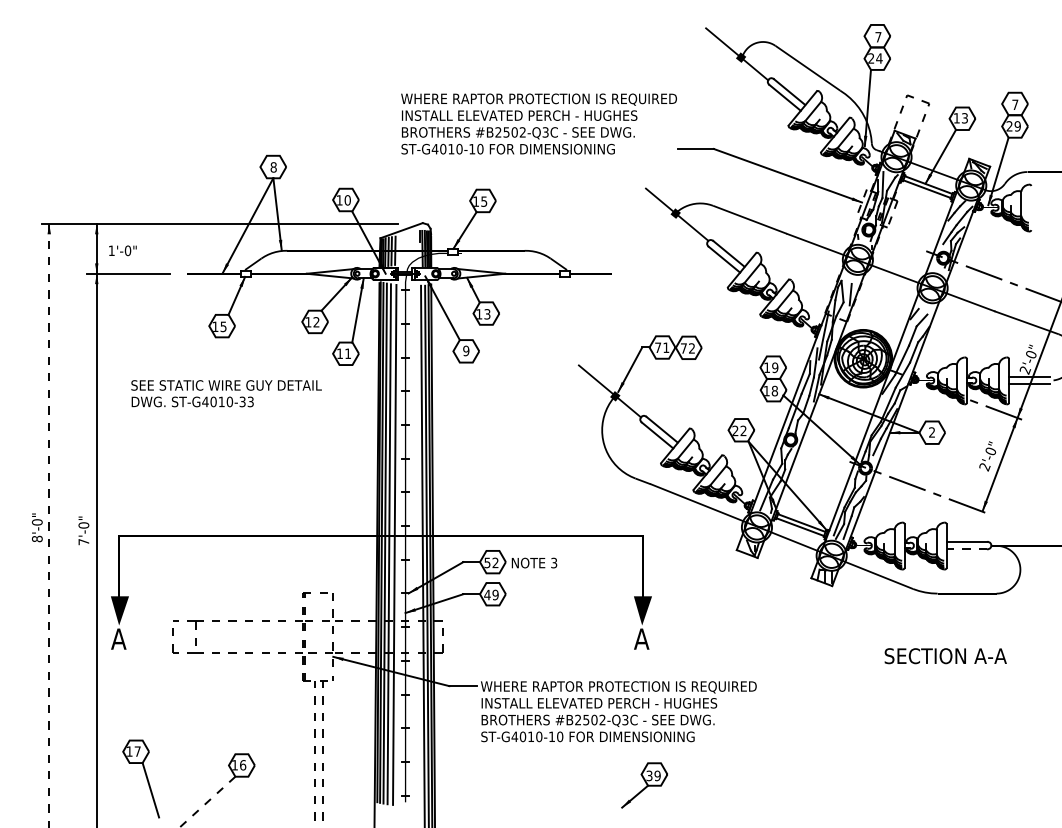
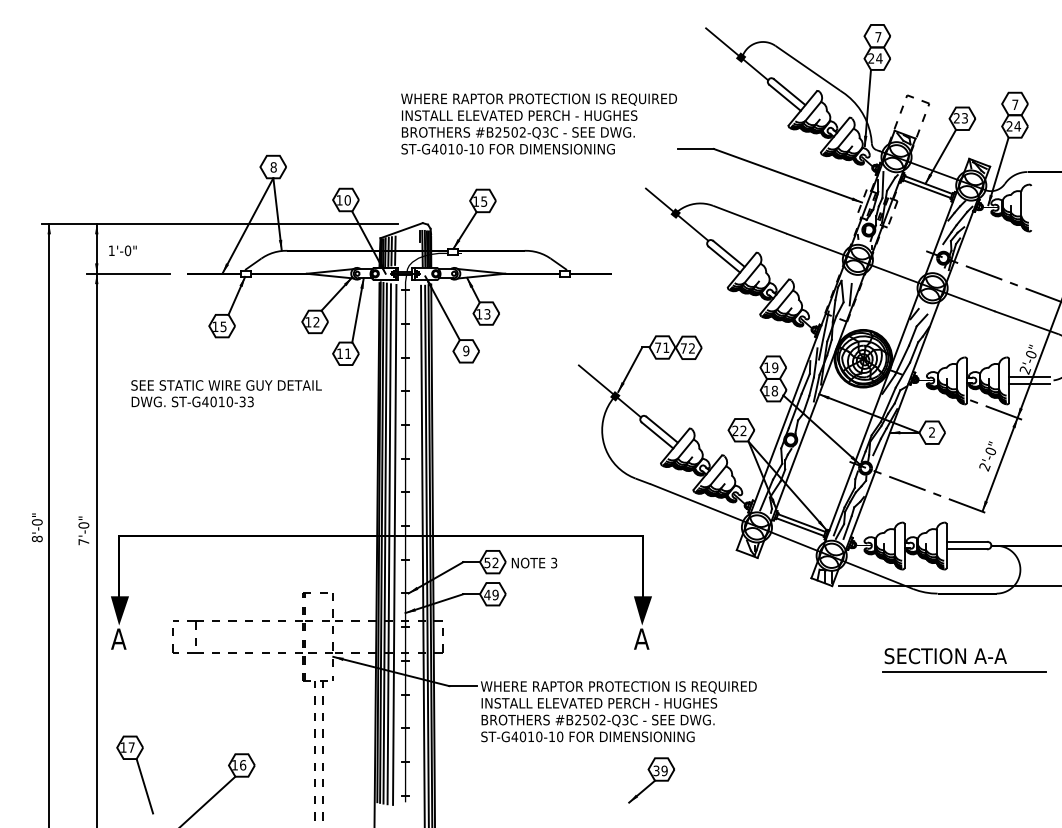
text at (956, 118): 13 -> 23
text at (1017, 126): 29 -> 24
line at (49, 525): dashed -> solid
line at (966, 549): dashed -> solid
line at (948, 585): none -> present
line at (964, 671): none -> present
part at (140, 778) position: (140, 778) -> (134, 774)
part at (644, 785) position: (644, 785) -> (651, 780)
line at (207, 802): dashed -> solid
